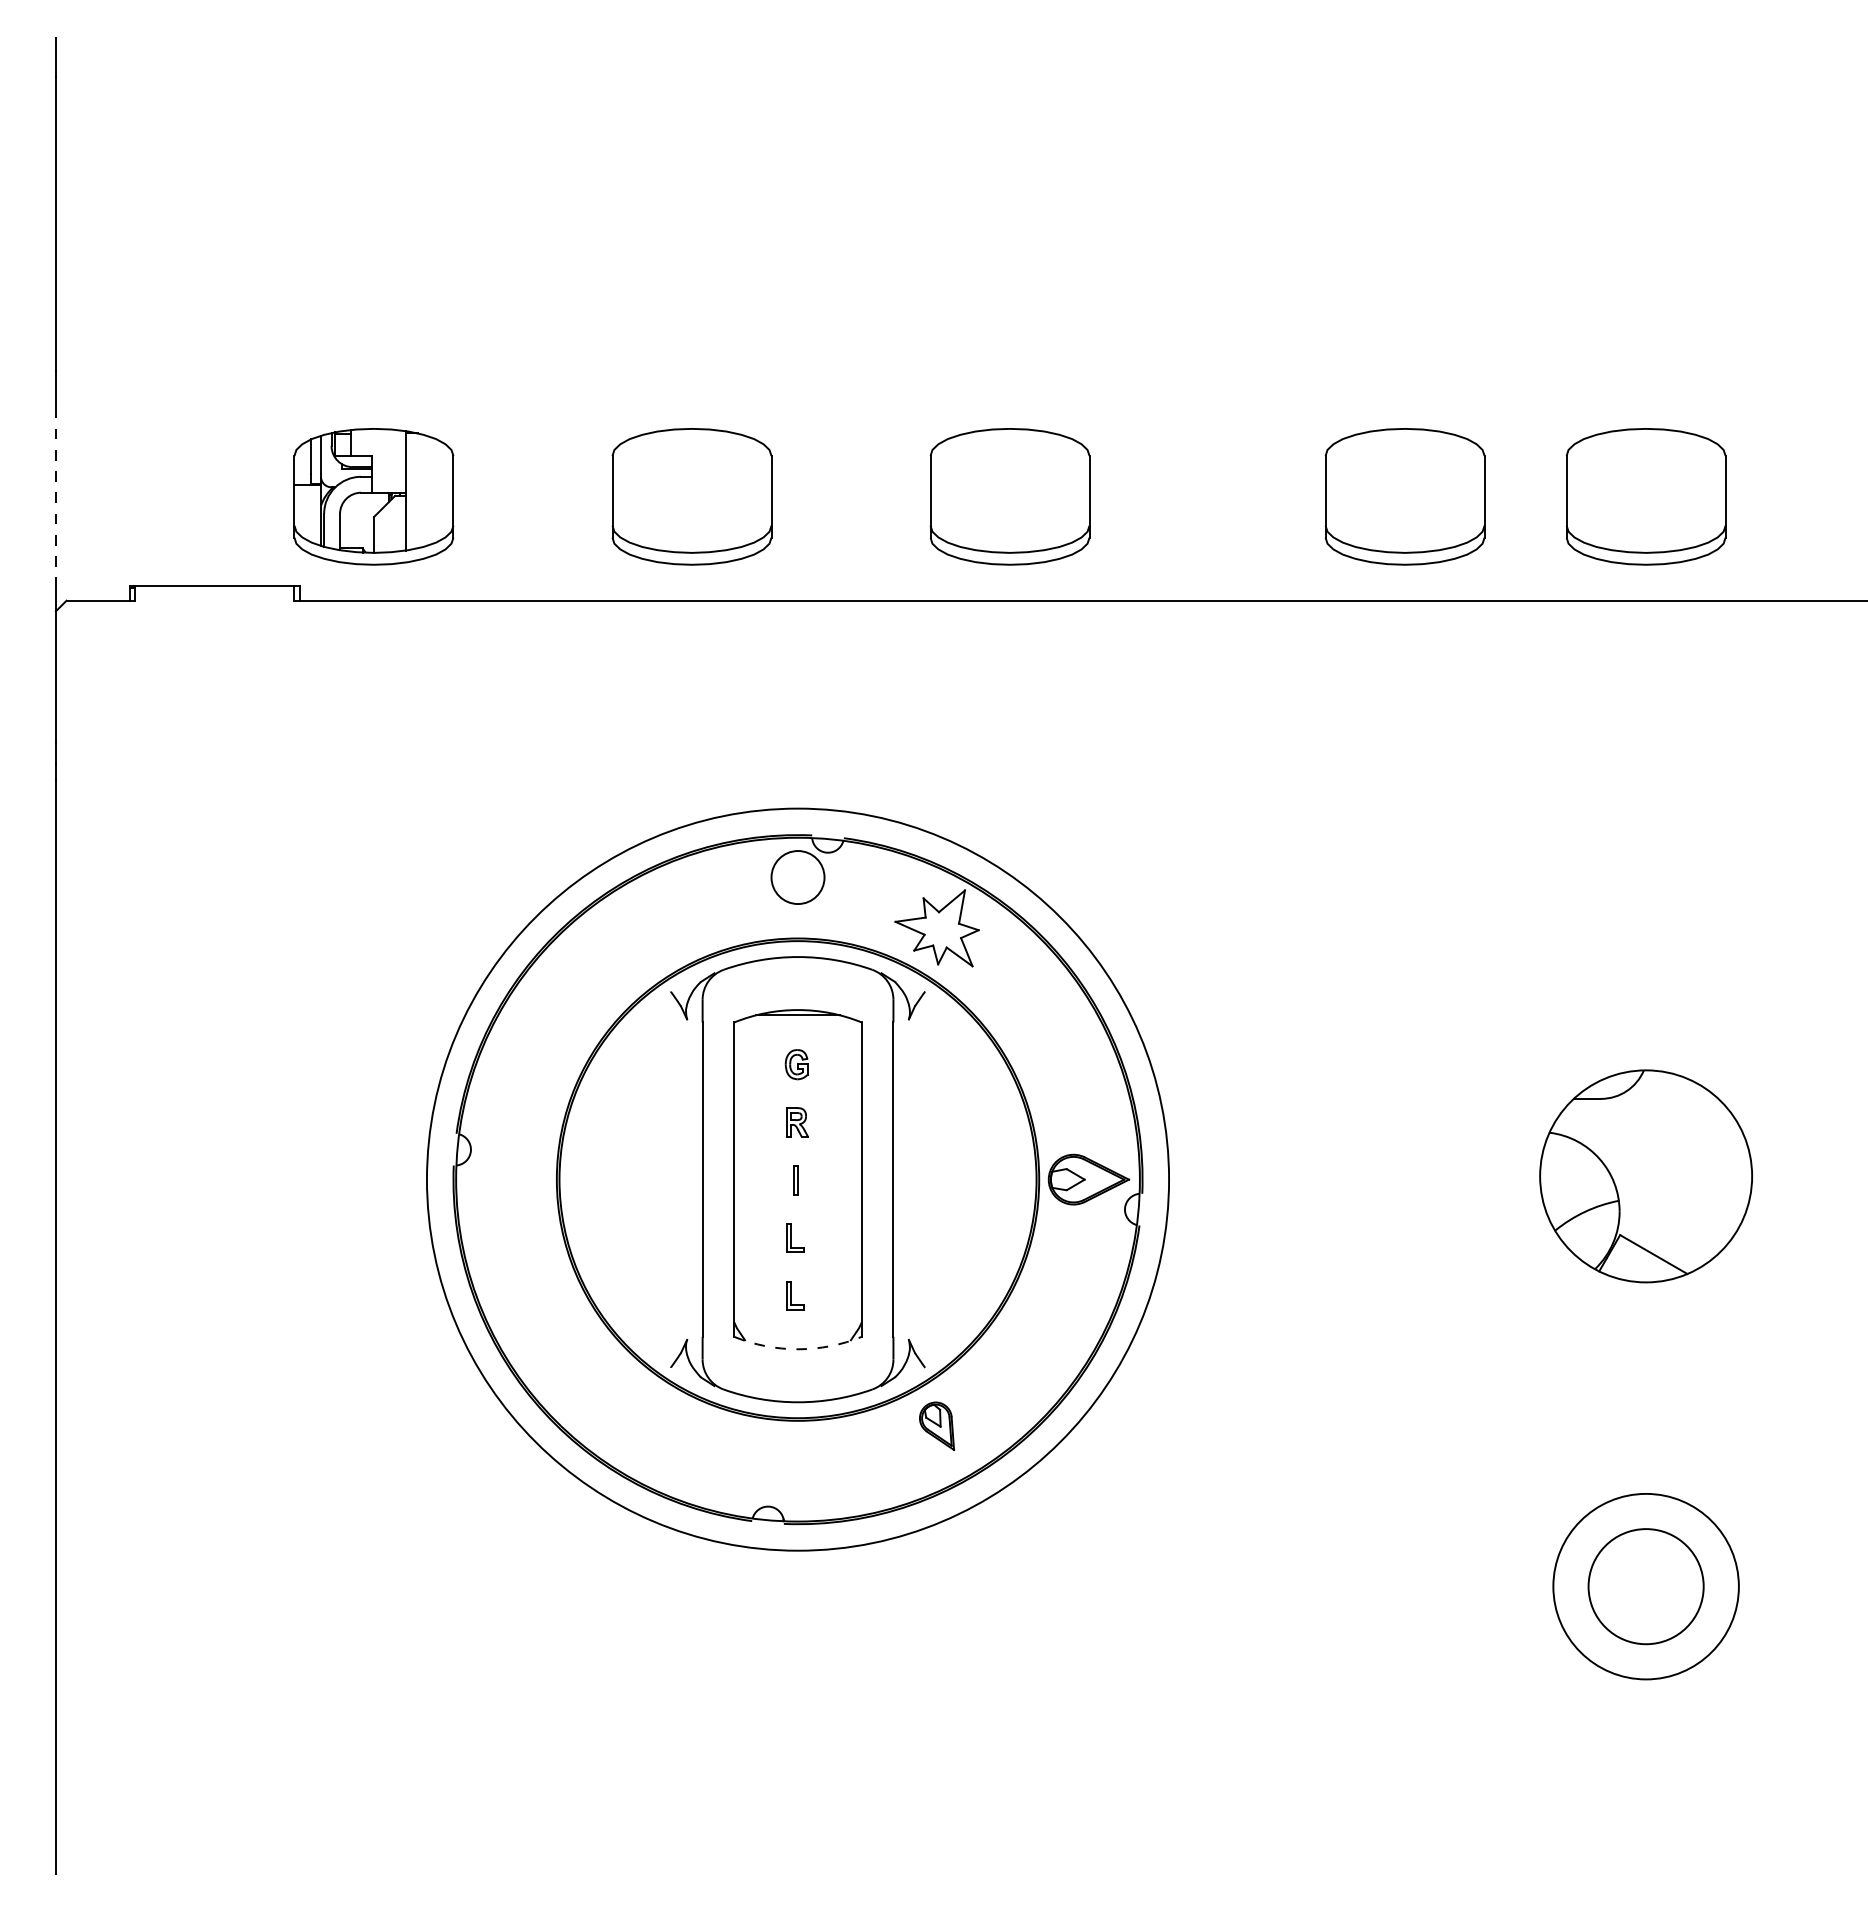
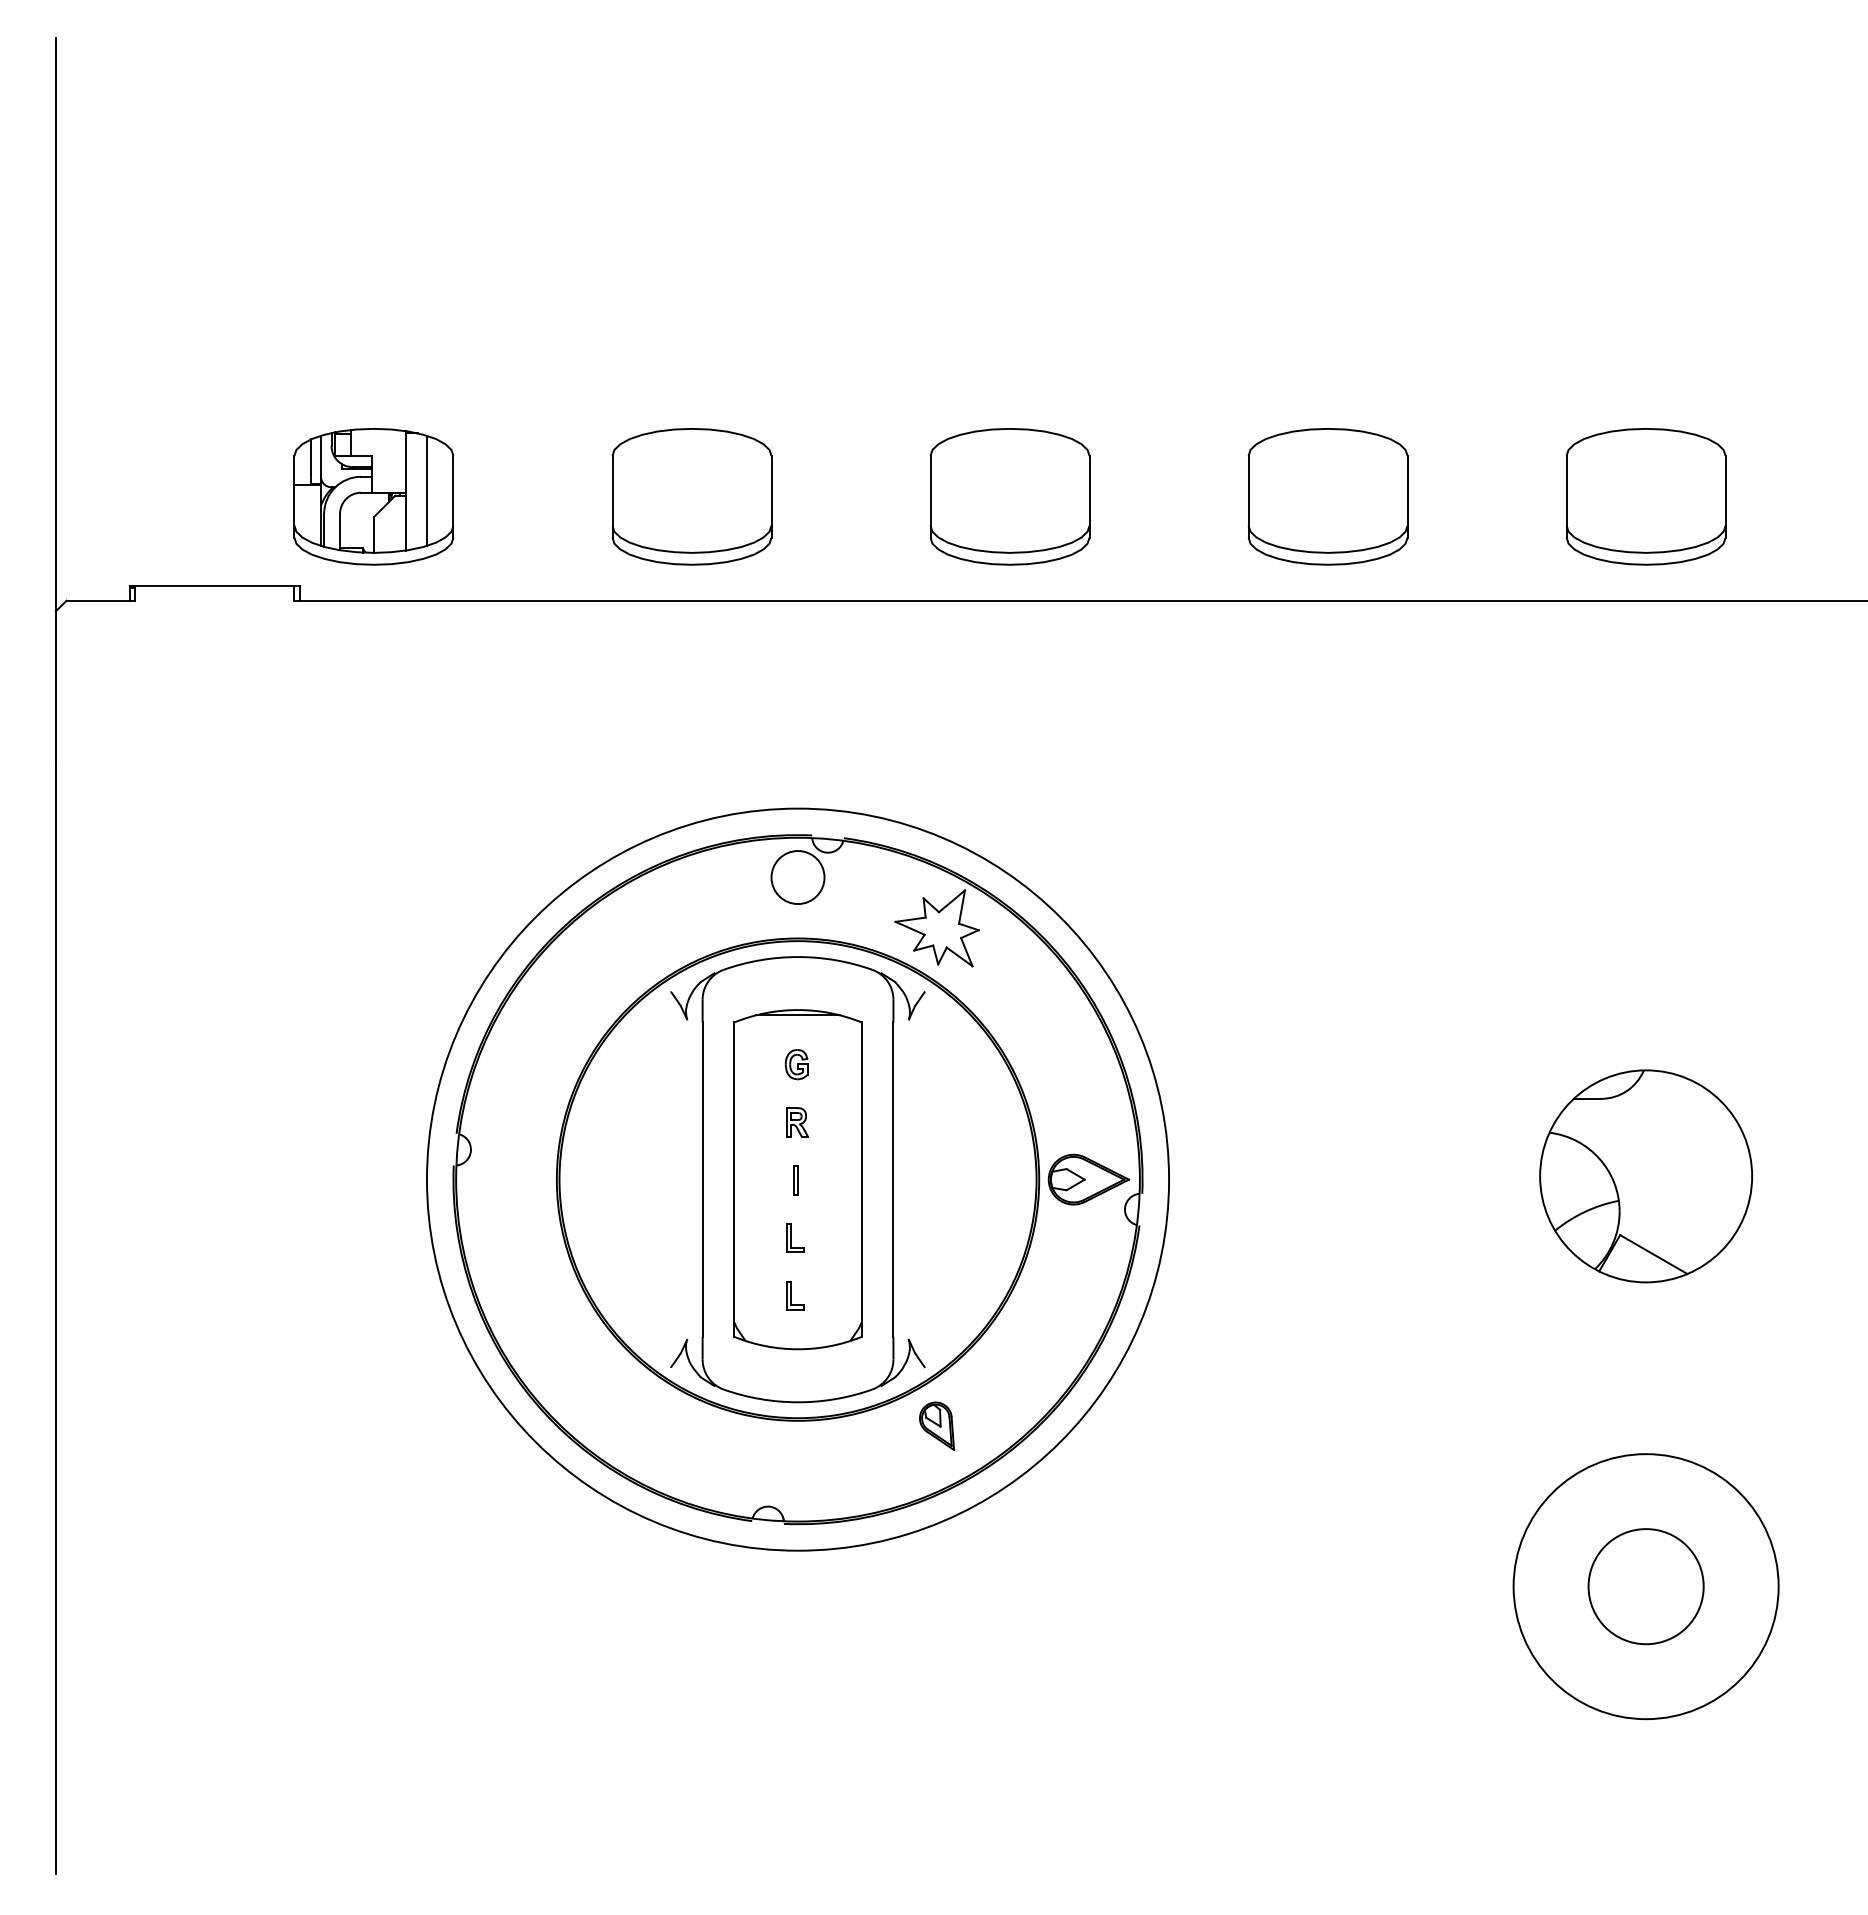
line at (426, 490): none -> present
part at (1404, 496) position: (1404, 496) -> (1327, 496)
line at (55, 497): dashed -> solid
arc at (798, 1349): dashed -> solid
circle at (1645, 1586) diameter: 186 px -> 265 px
